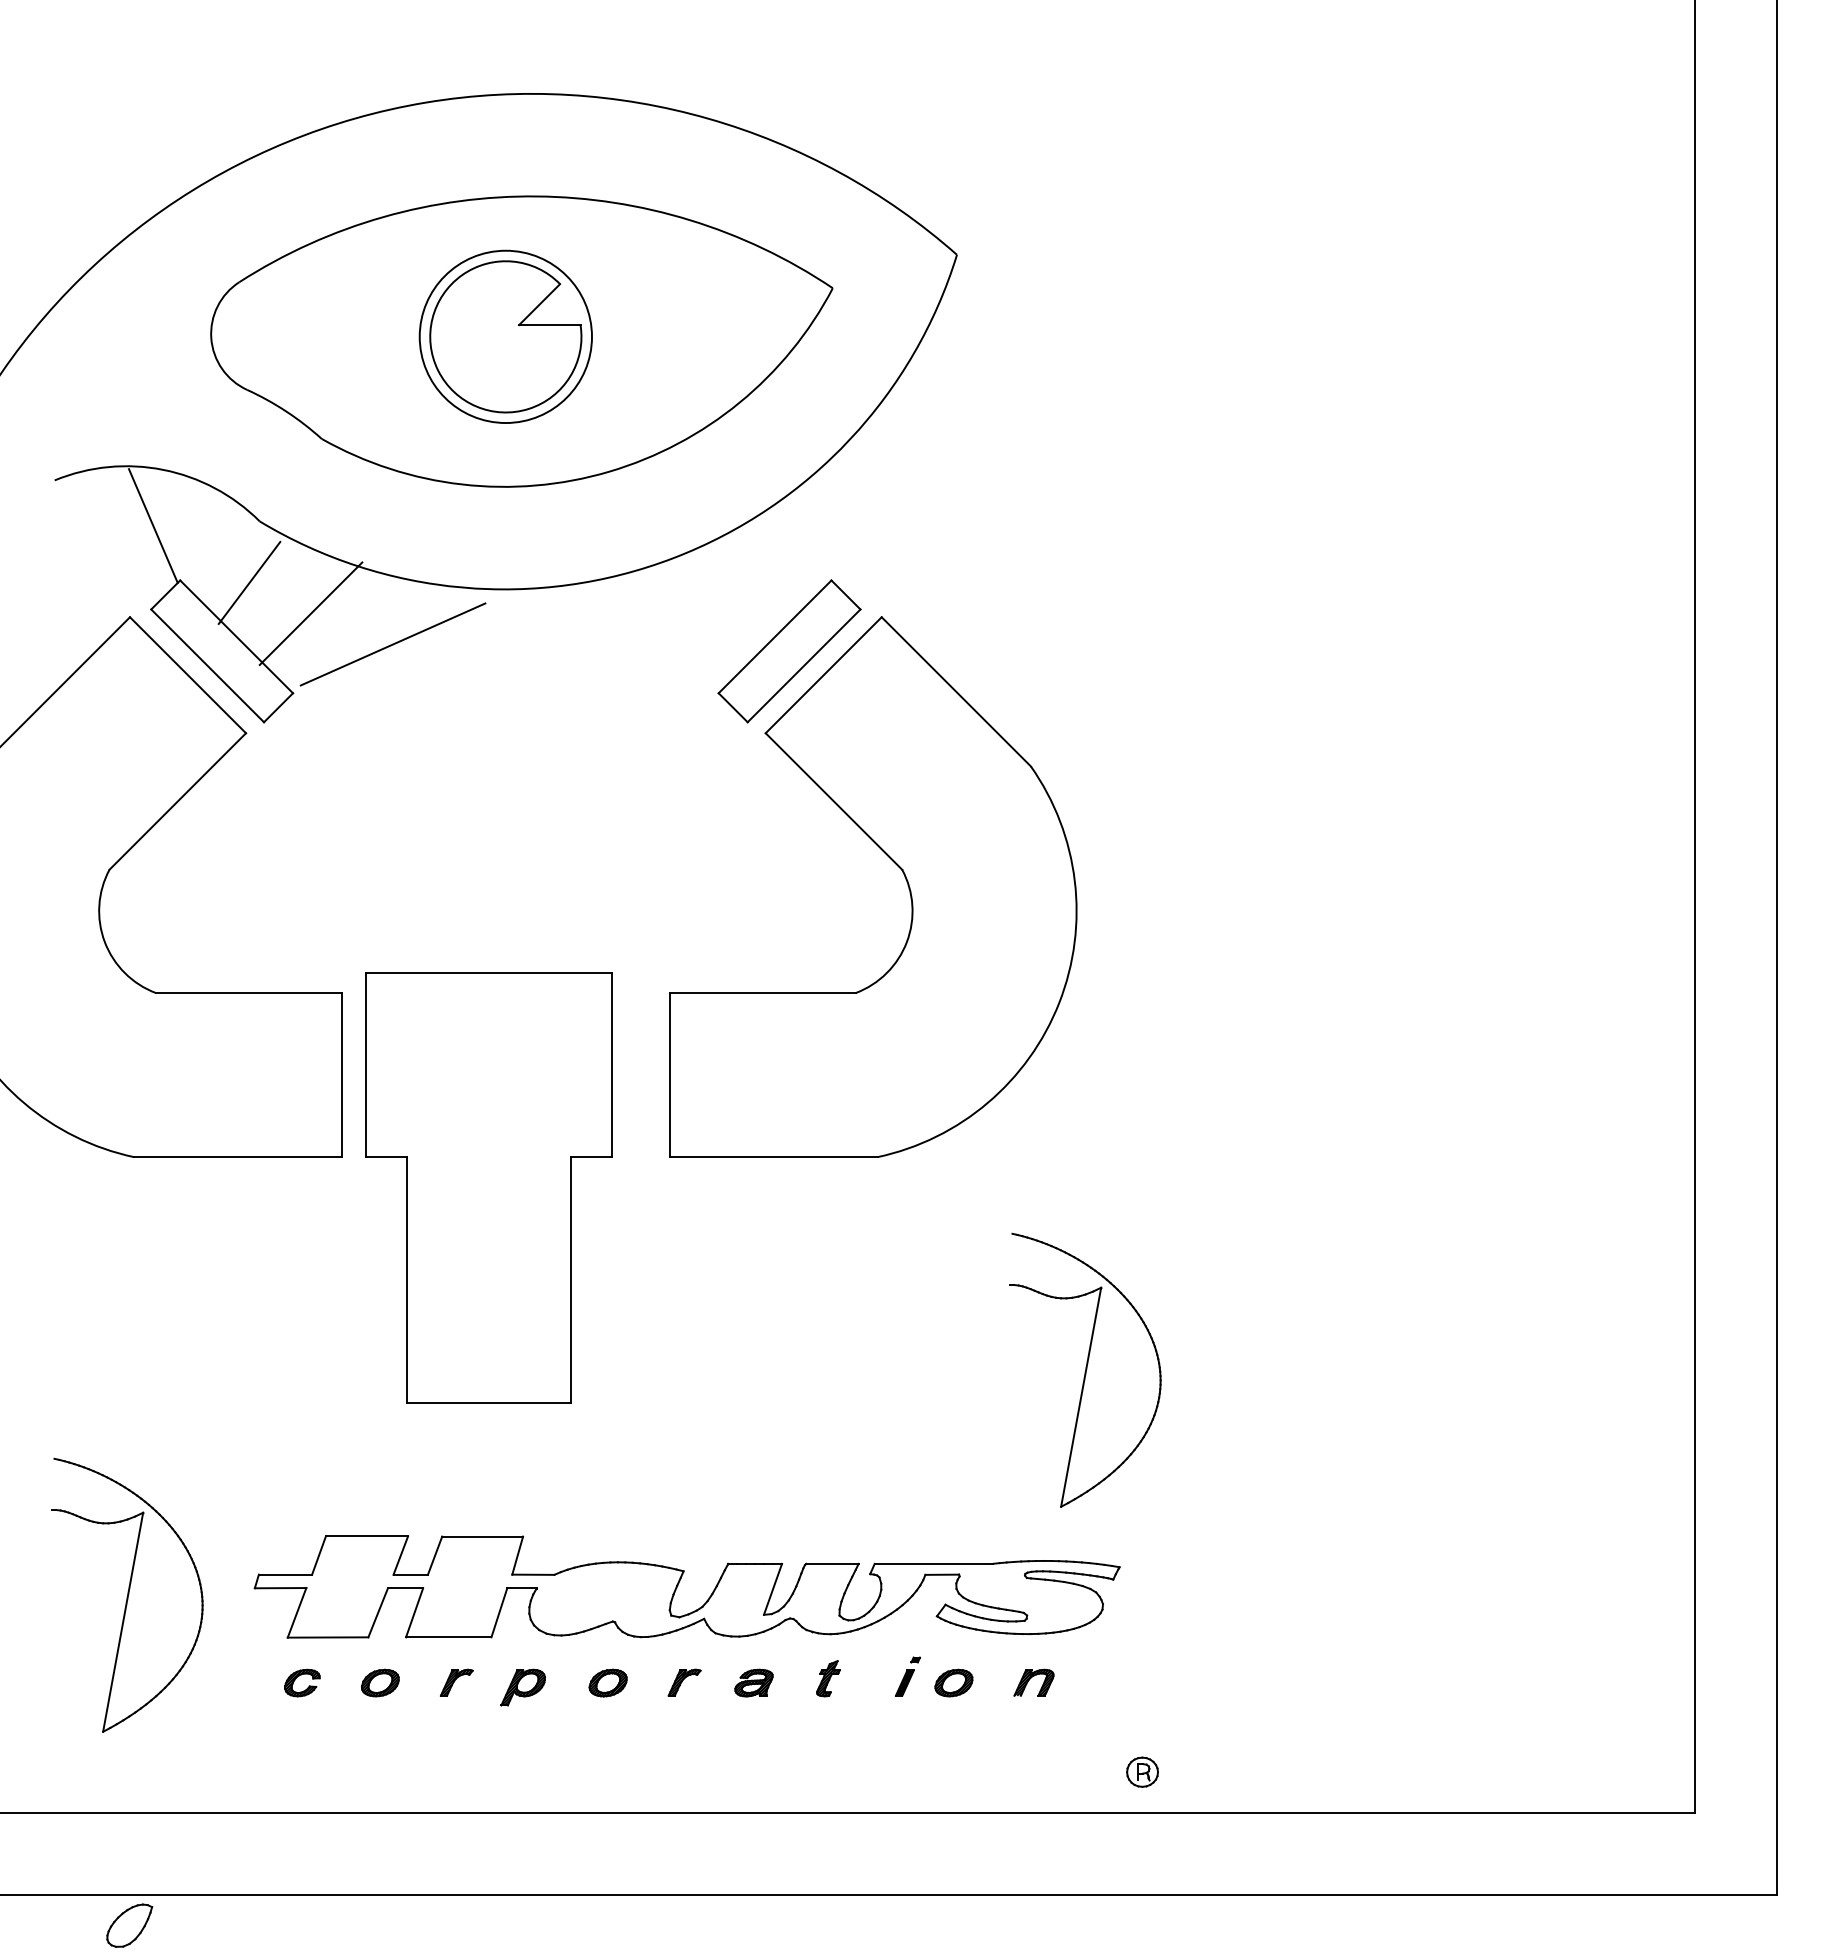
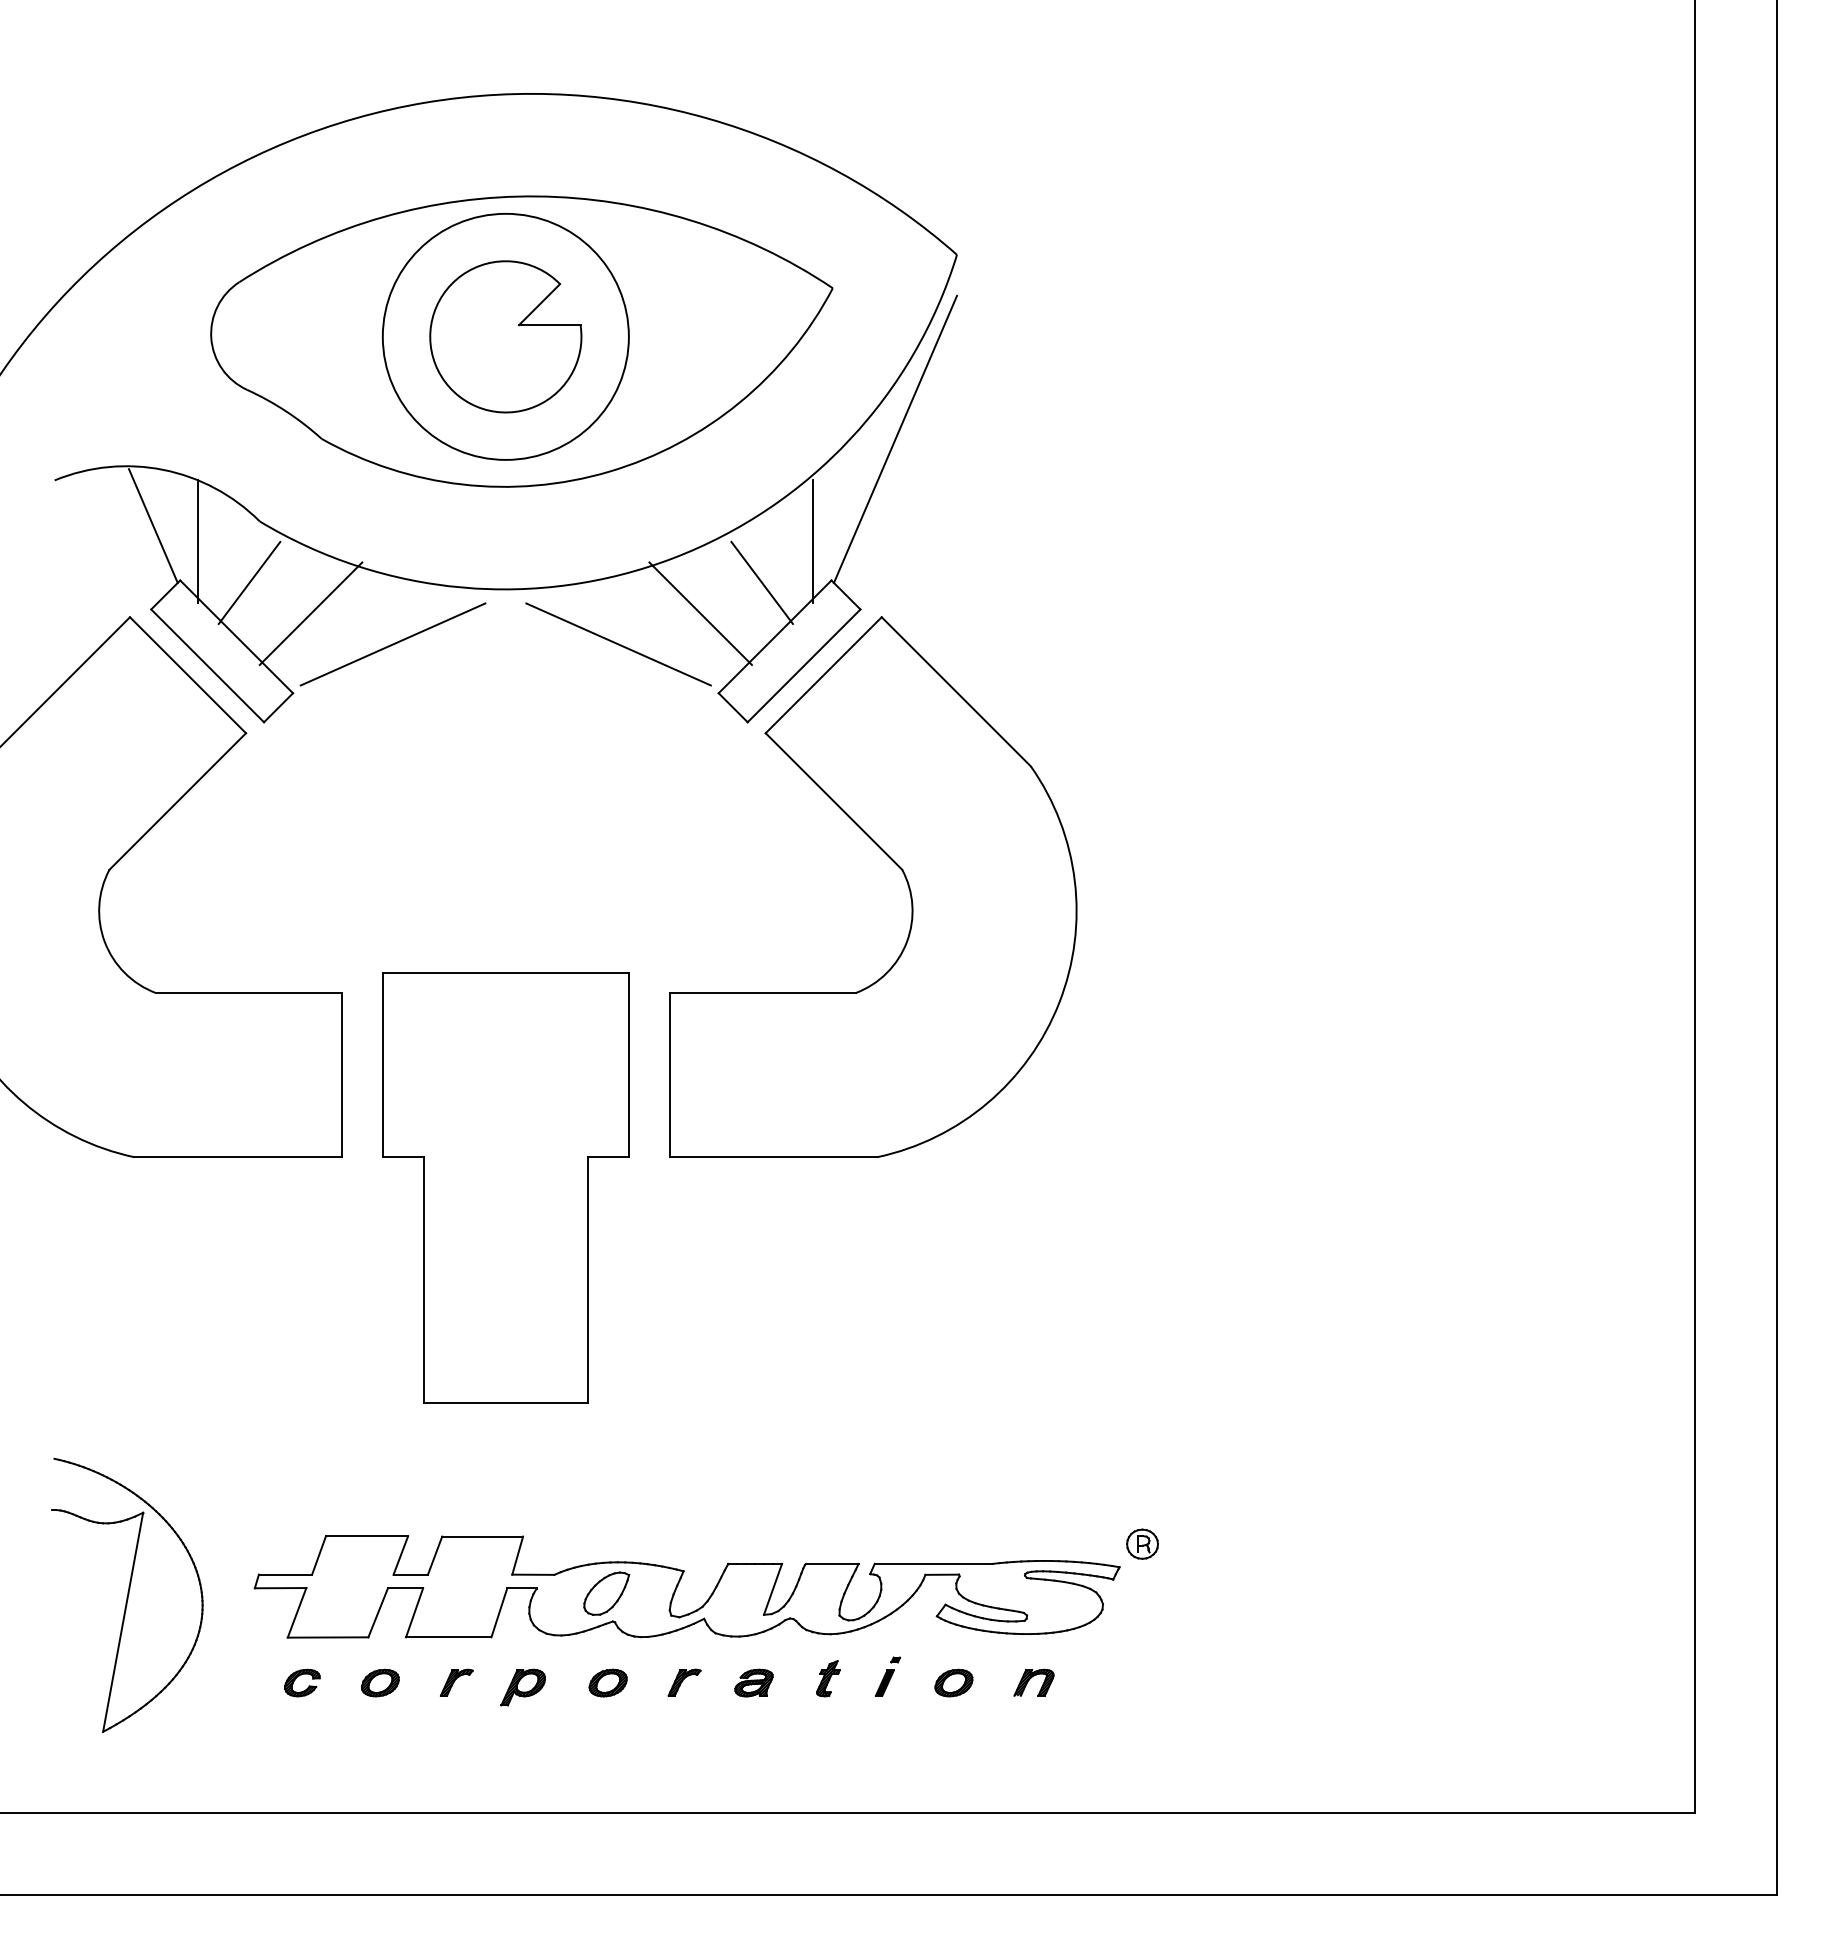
circle at (505, 336) diameter: 172 px -> 246 px
line at (895, 438): none -> present
line at (198, 541): none -> present
line at (813, 541): none -> present
line at (761, 582): none -> present
line at (700, 613): none -> present
line at (618, 644): none -> present
part at (488, 1187) position: (488, 1187) -> (505, 1187)
part at (1085, 1369): present -> none
part at (908, 1676) position: (908, 1676) -> (888, 1676)
part at (1142, 1771) position: (1142, 1771) -> (1142, 1543)
part at (129, 1925) position: (129, 1925) -> (606, 1593)
